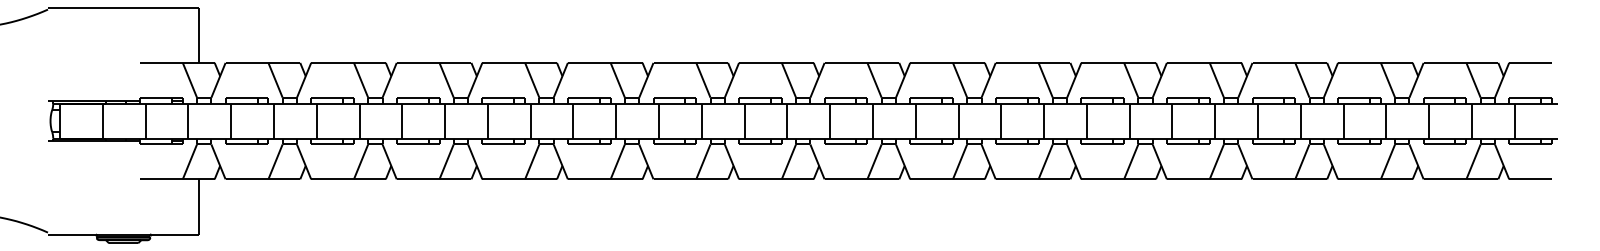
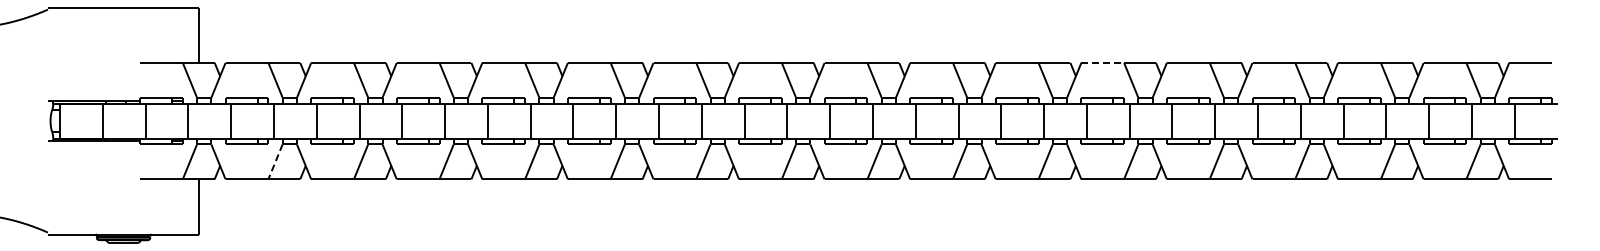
line at (1103, 62): solid -> dashed
line at (275, 161): solid -> dashed
